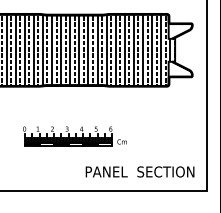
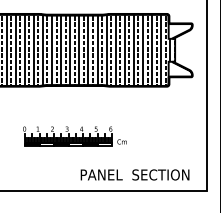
text at (139, 171) position: (139, 171) -> (134, 174)
